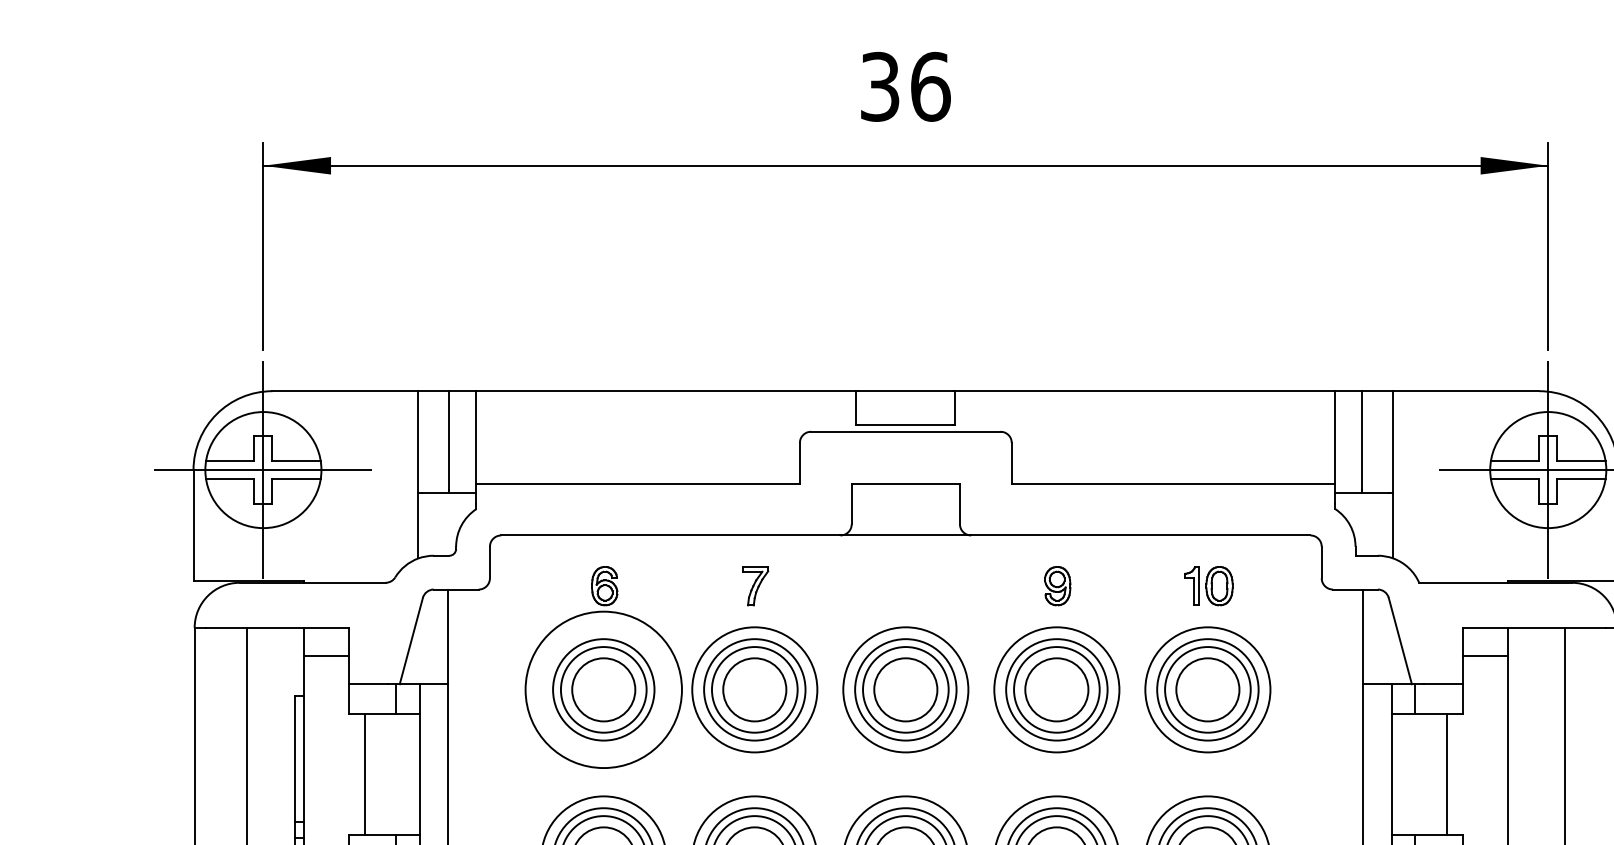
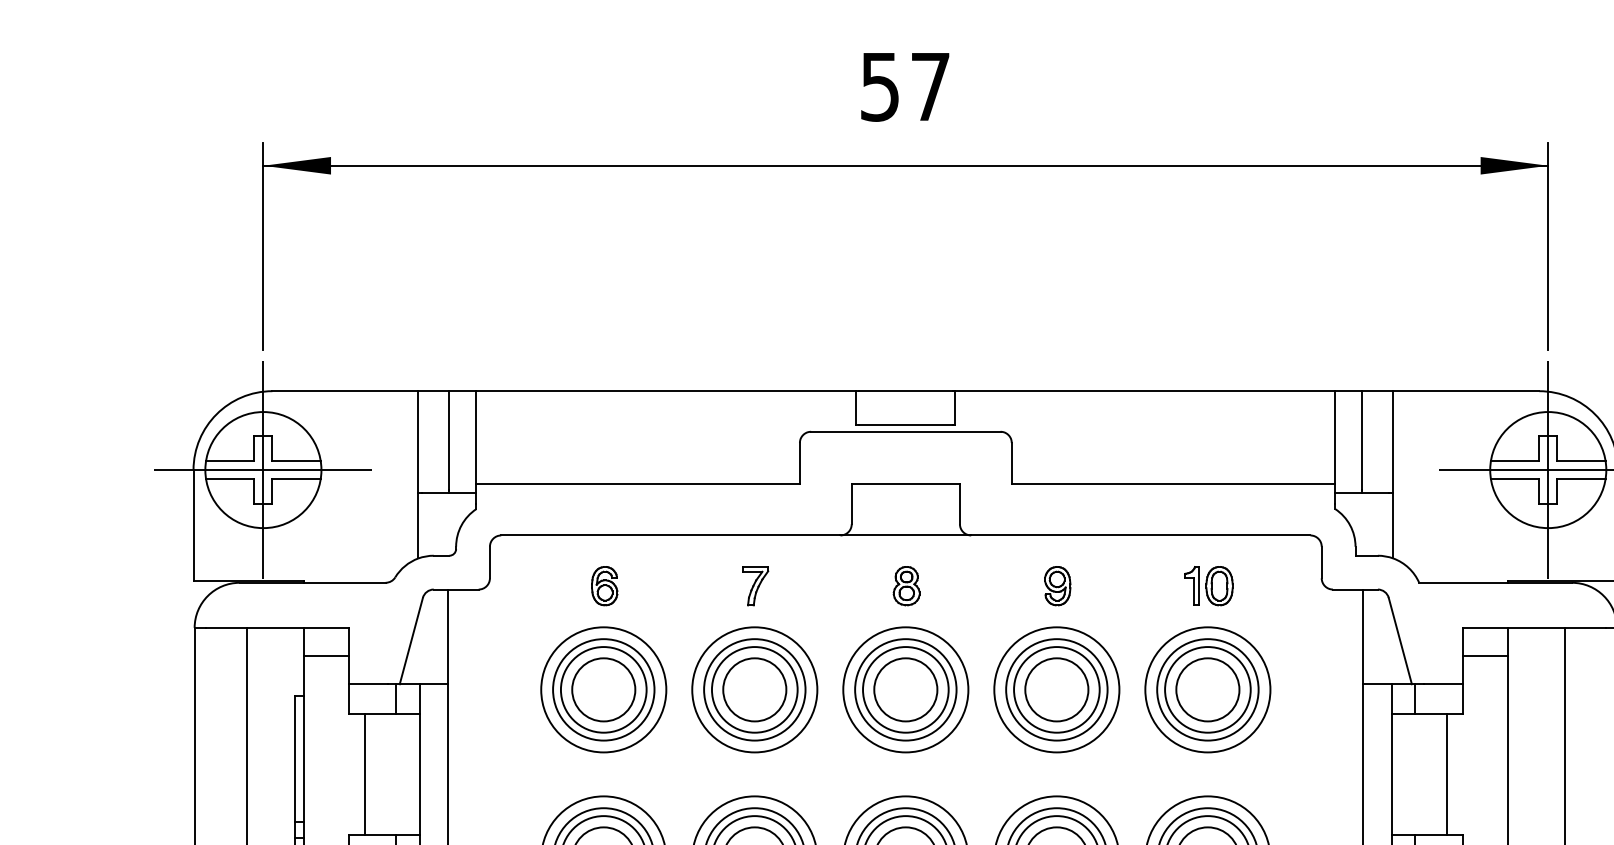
text at (905, 86): 36 -> 57
part at (906, 586): none -> present
circle at (603, 689) diameter: 156 px -> 125 px
